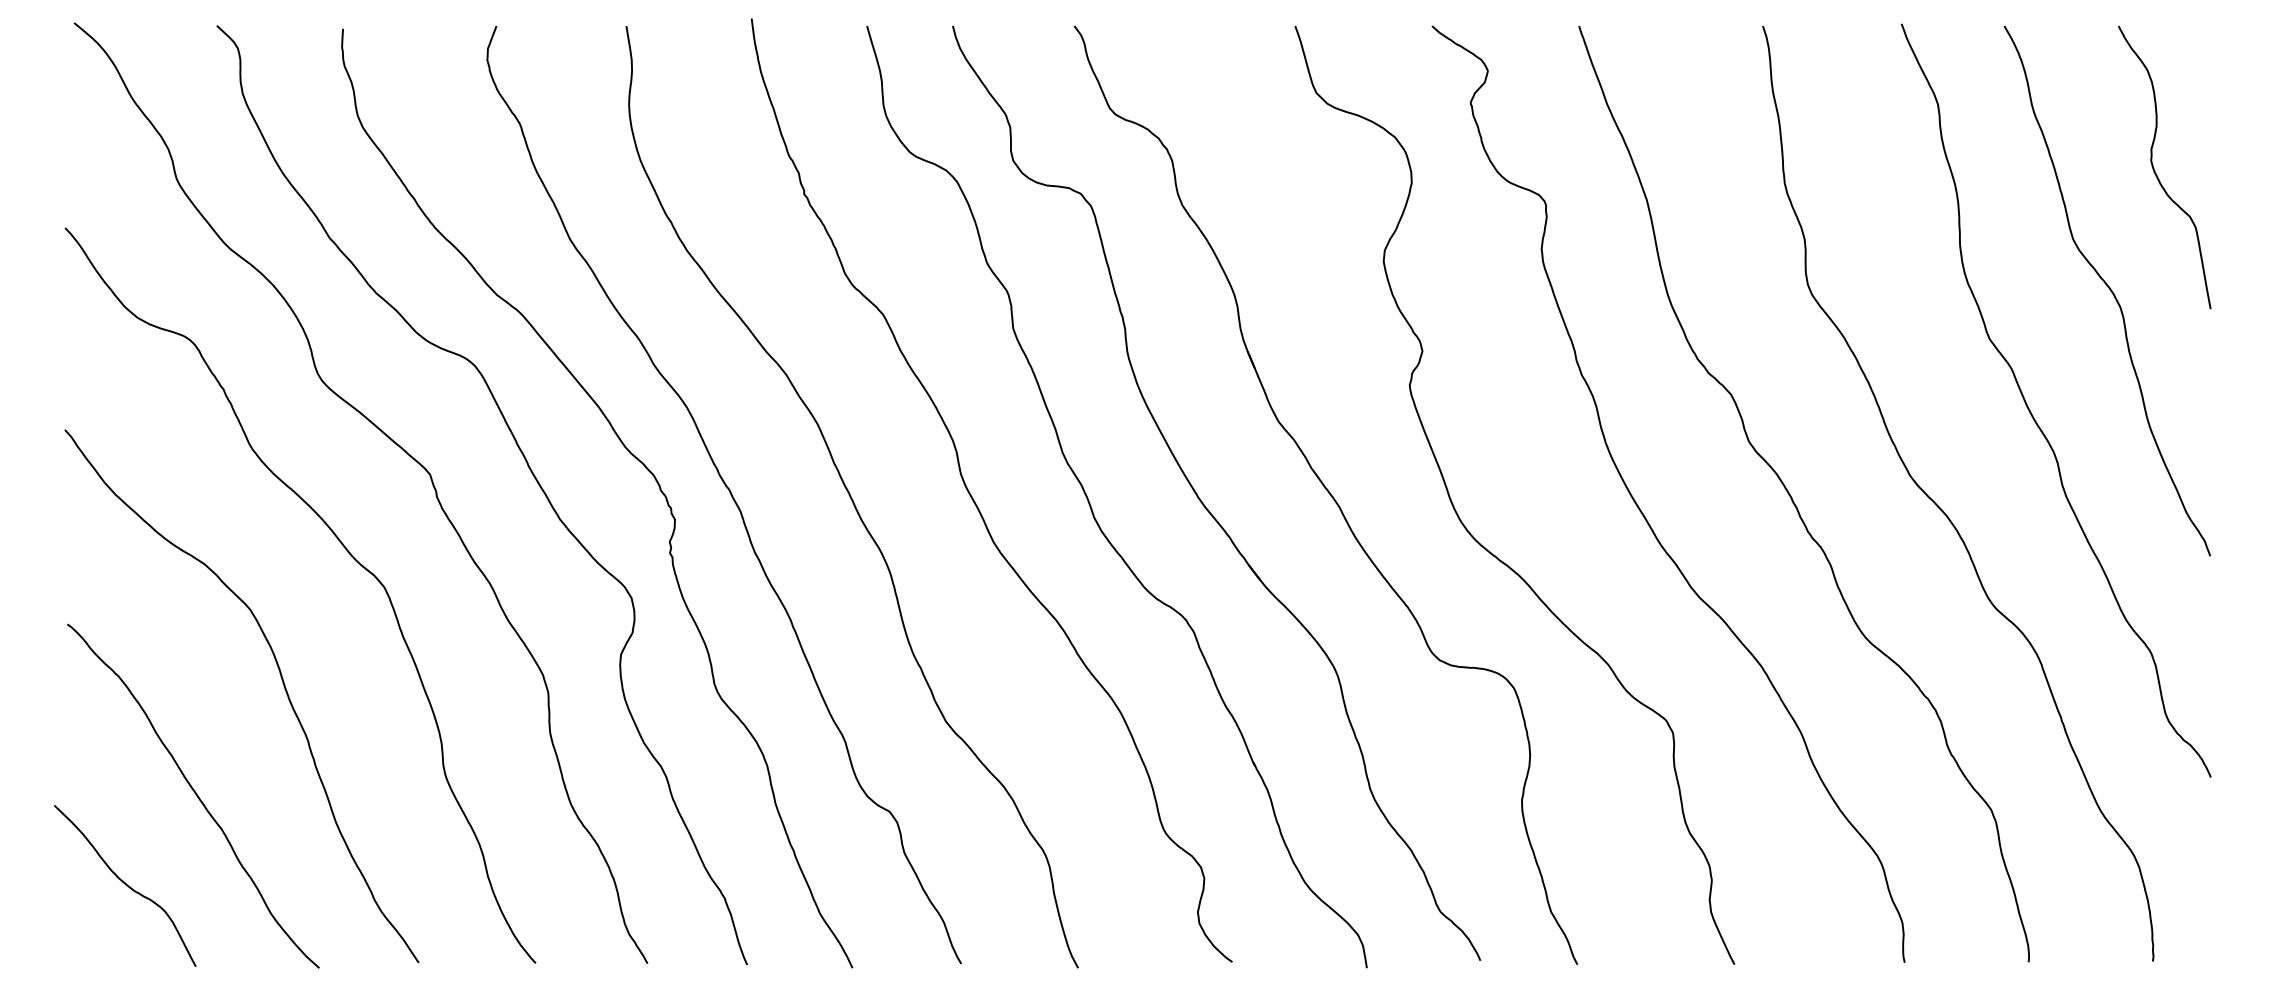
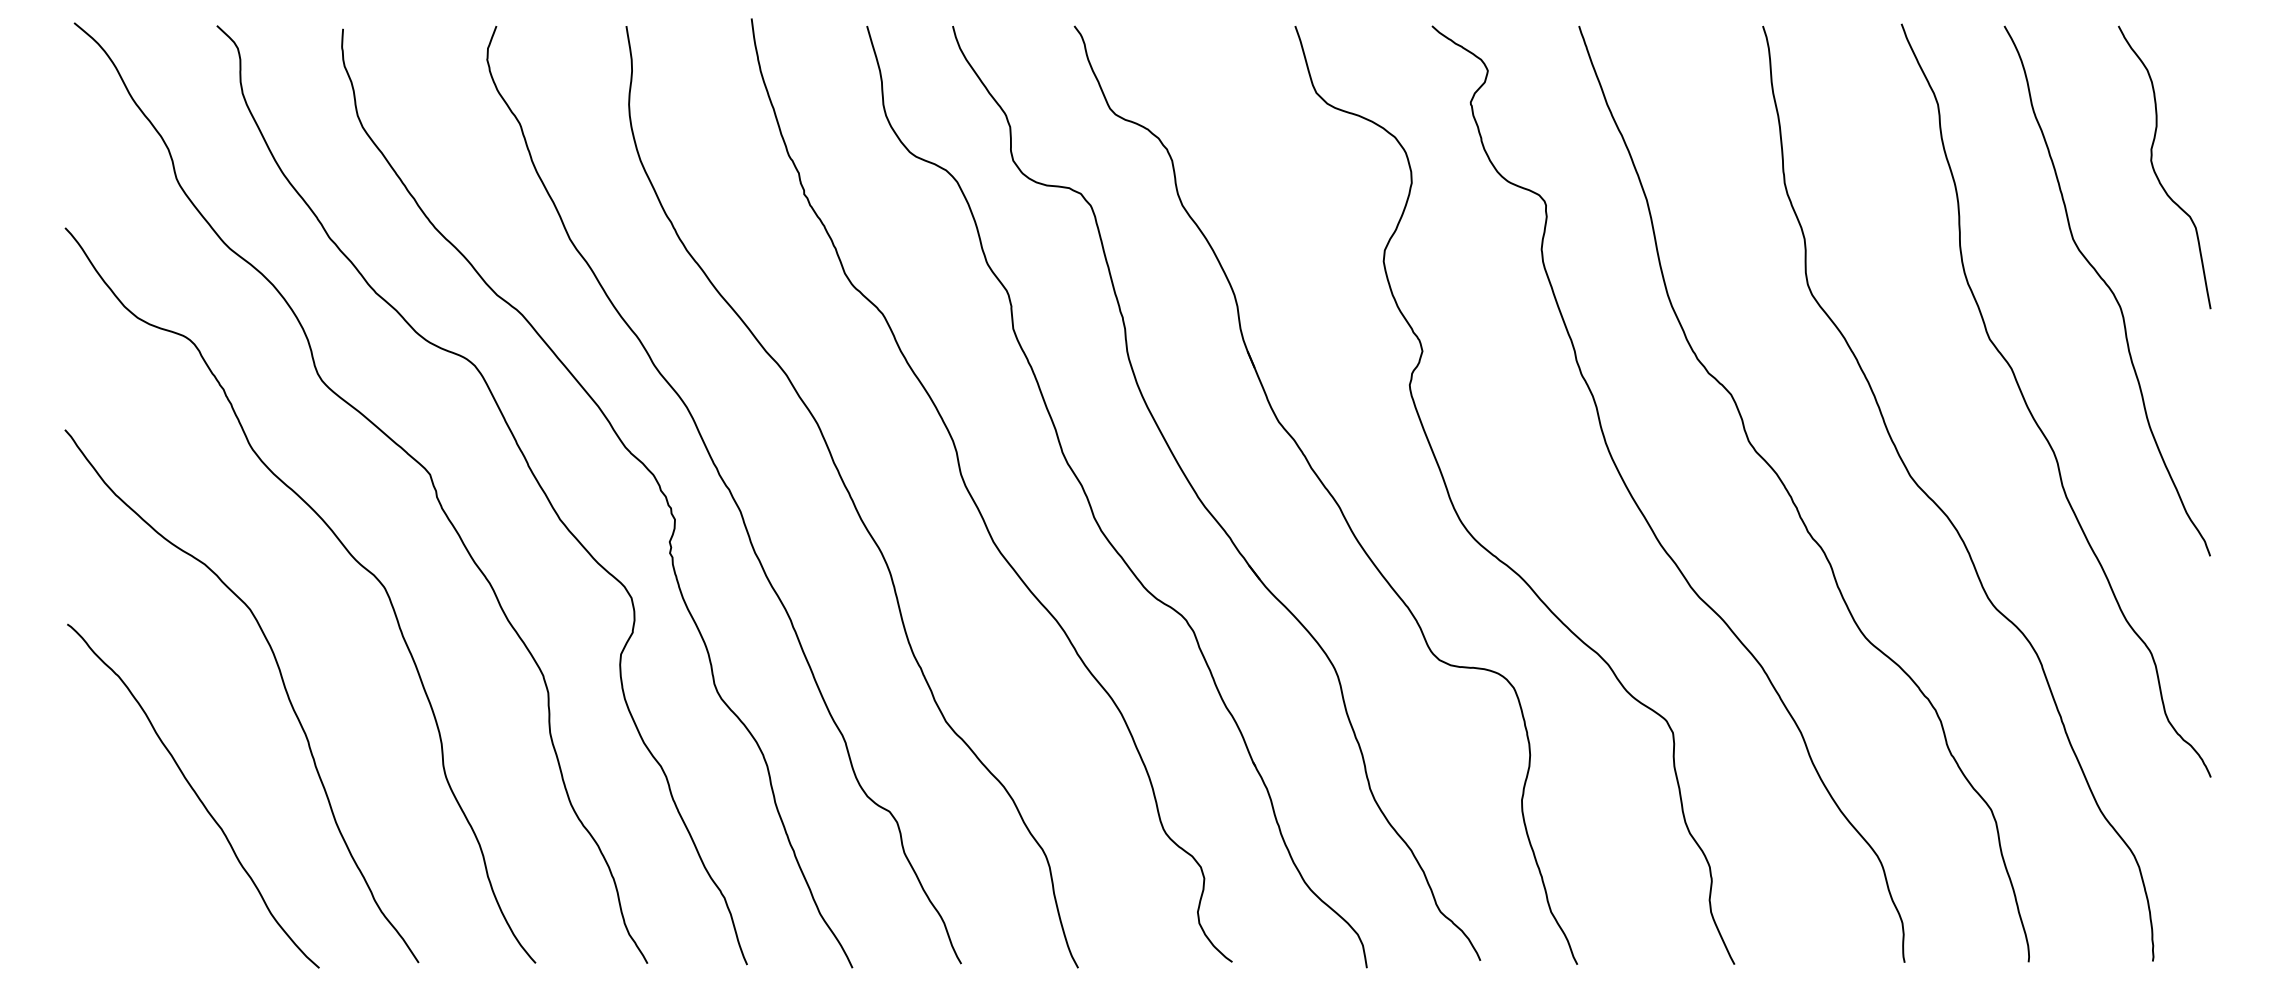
curve at (125, 885): present -> none
